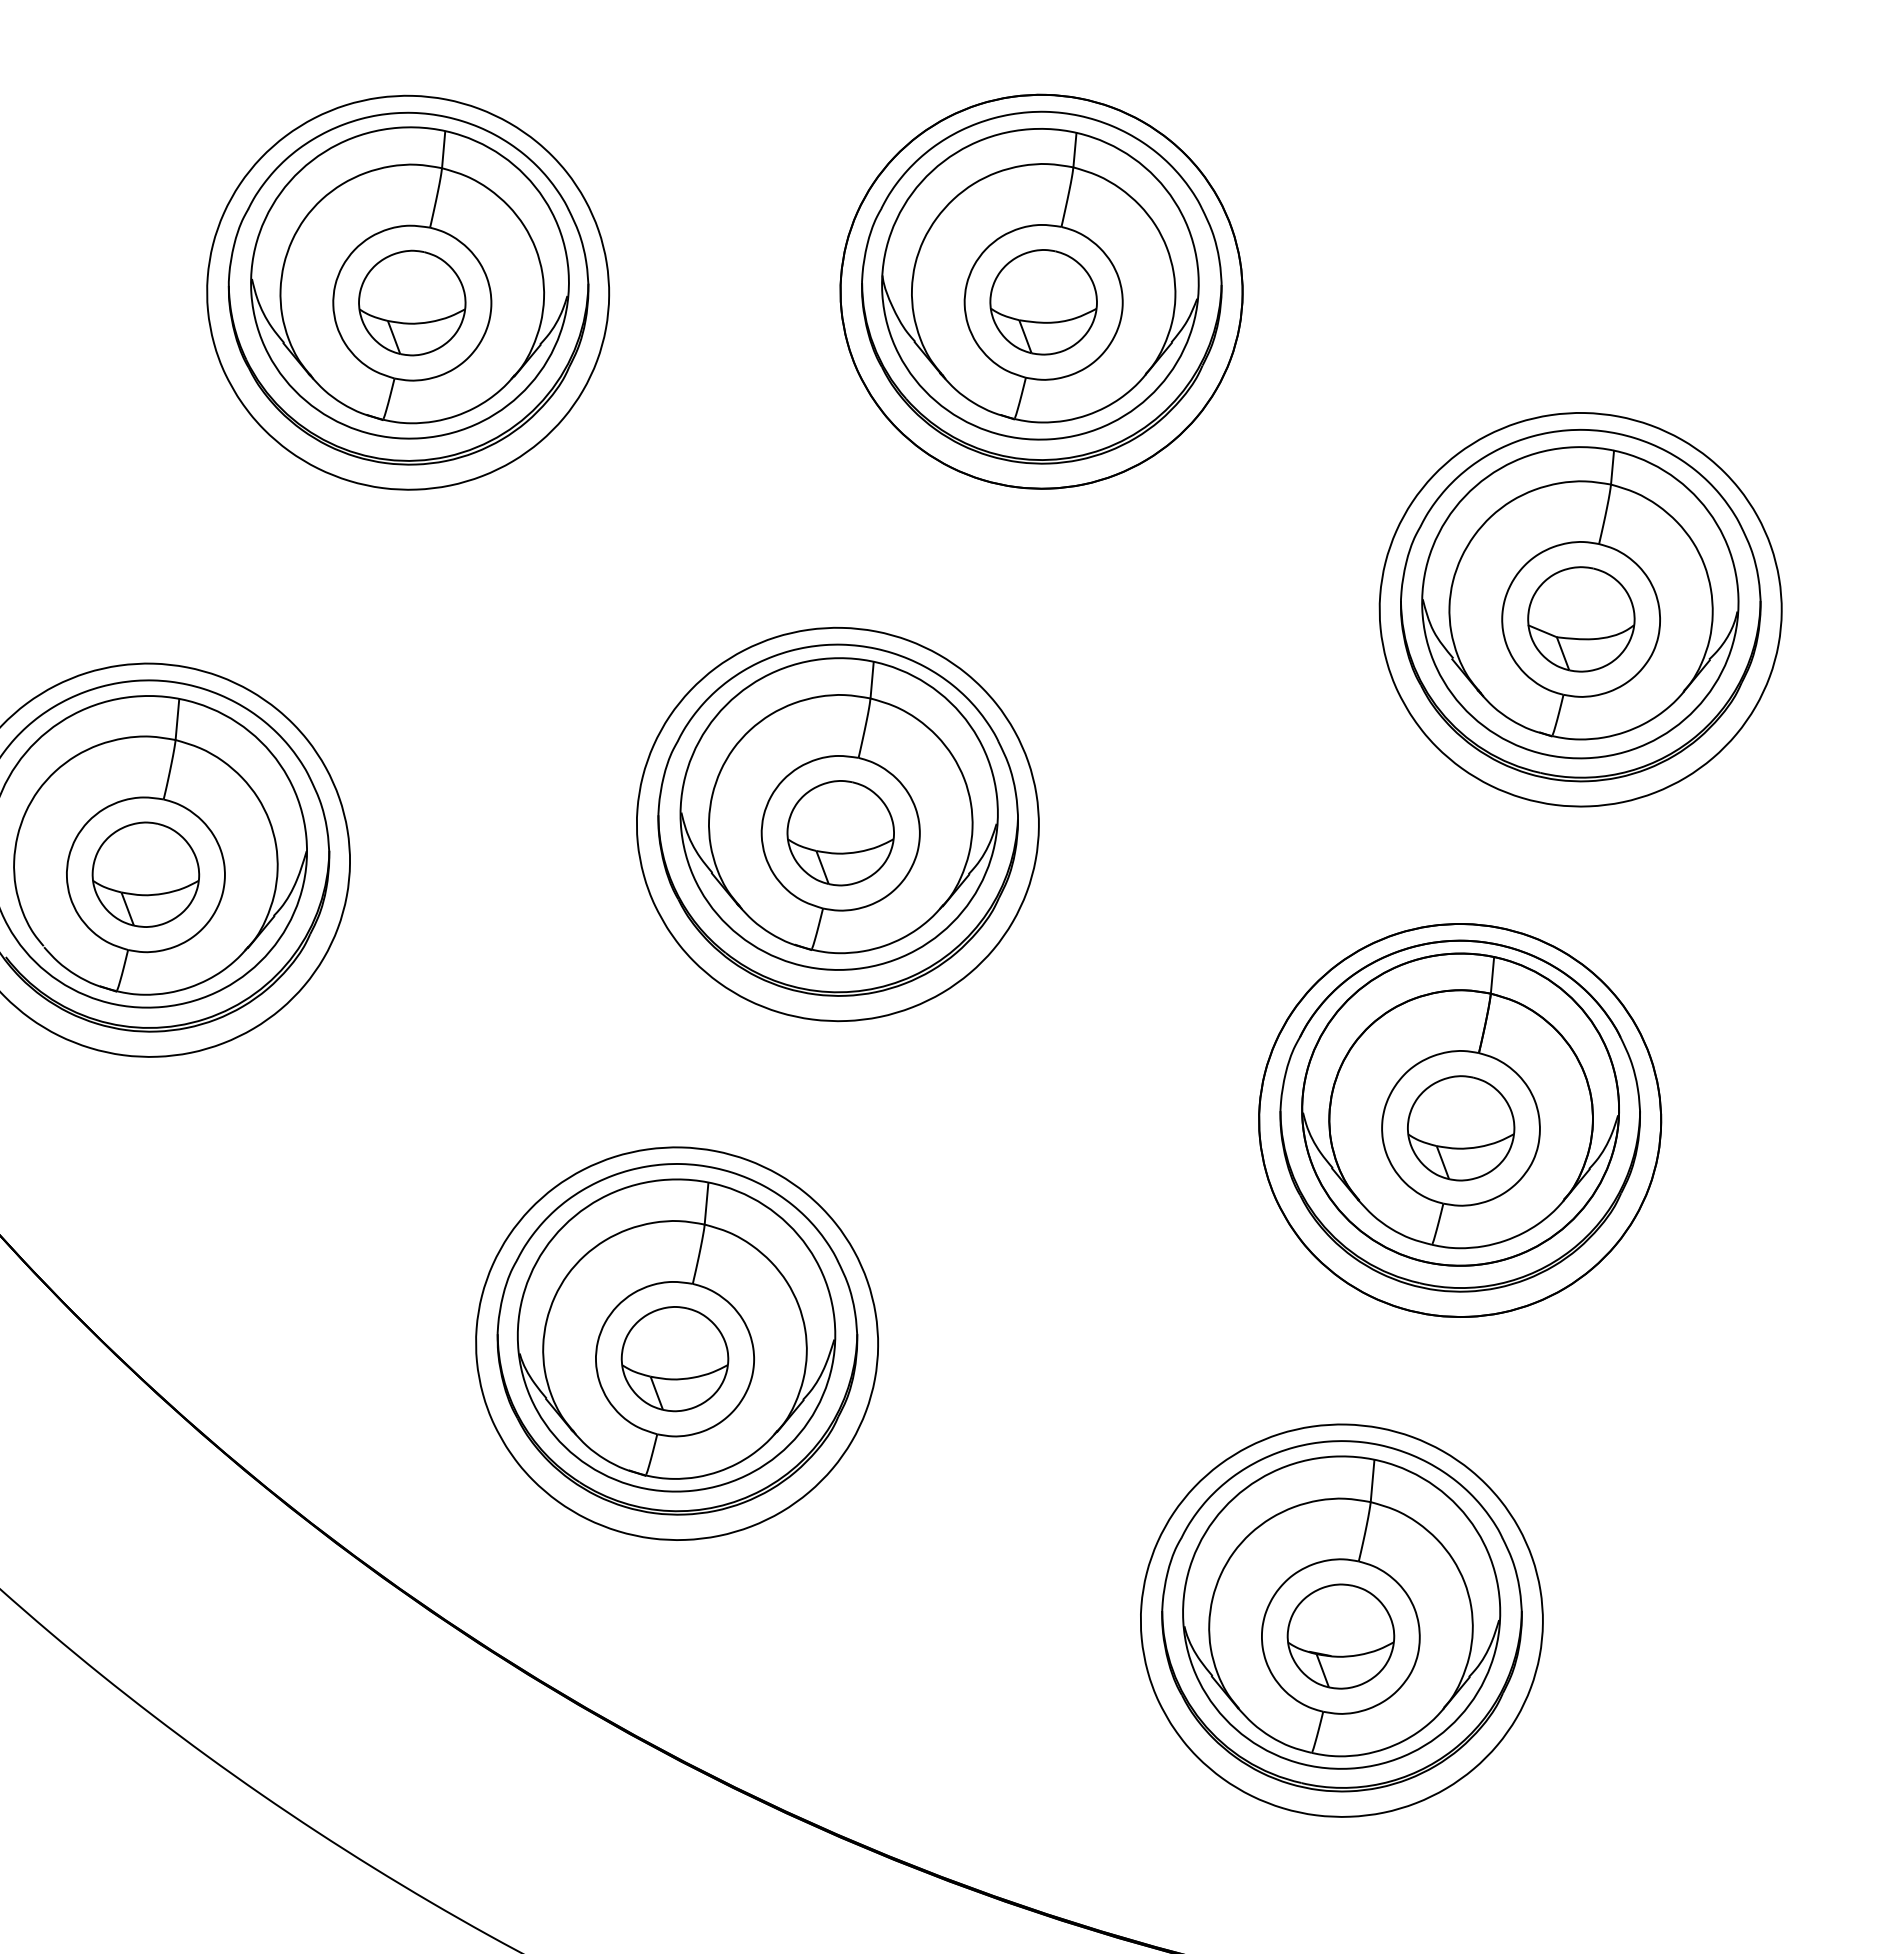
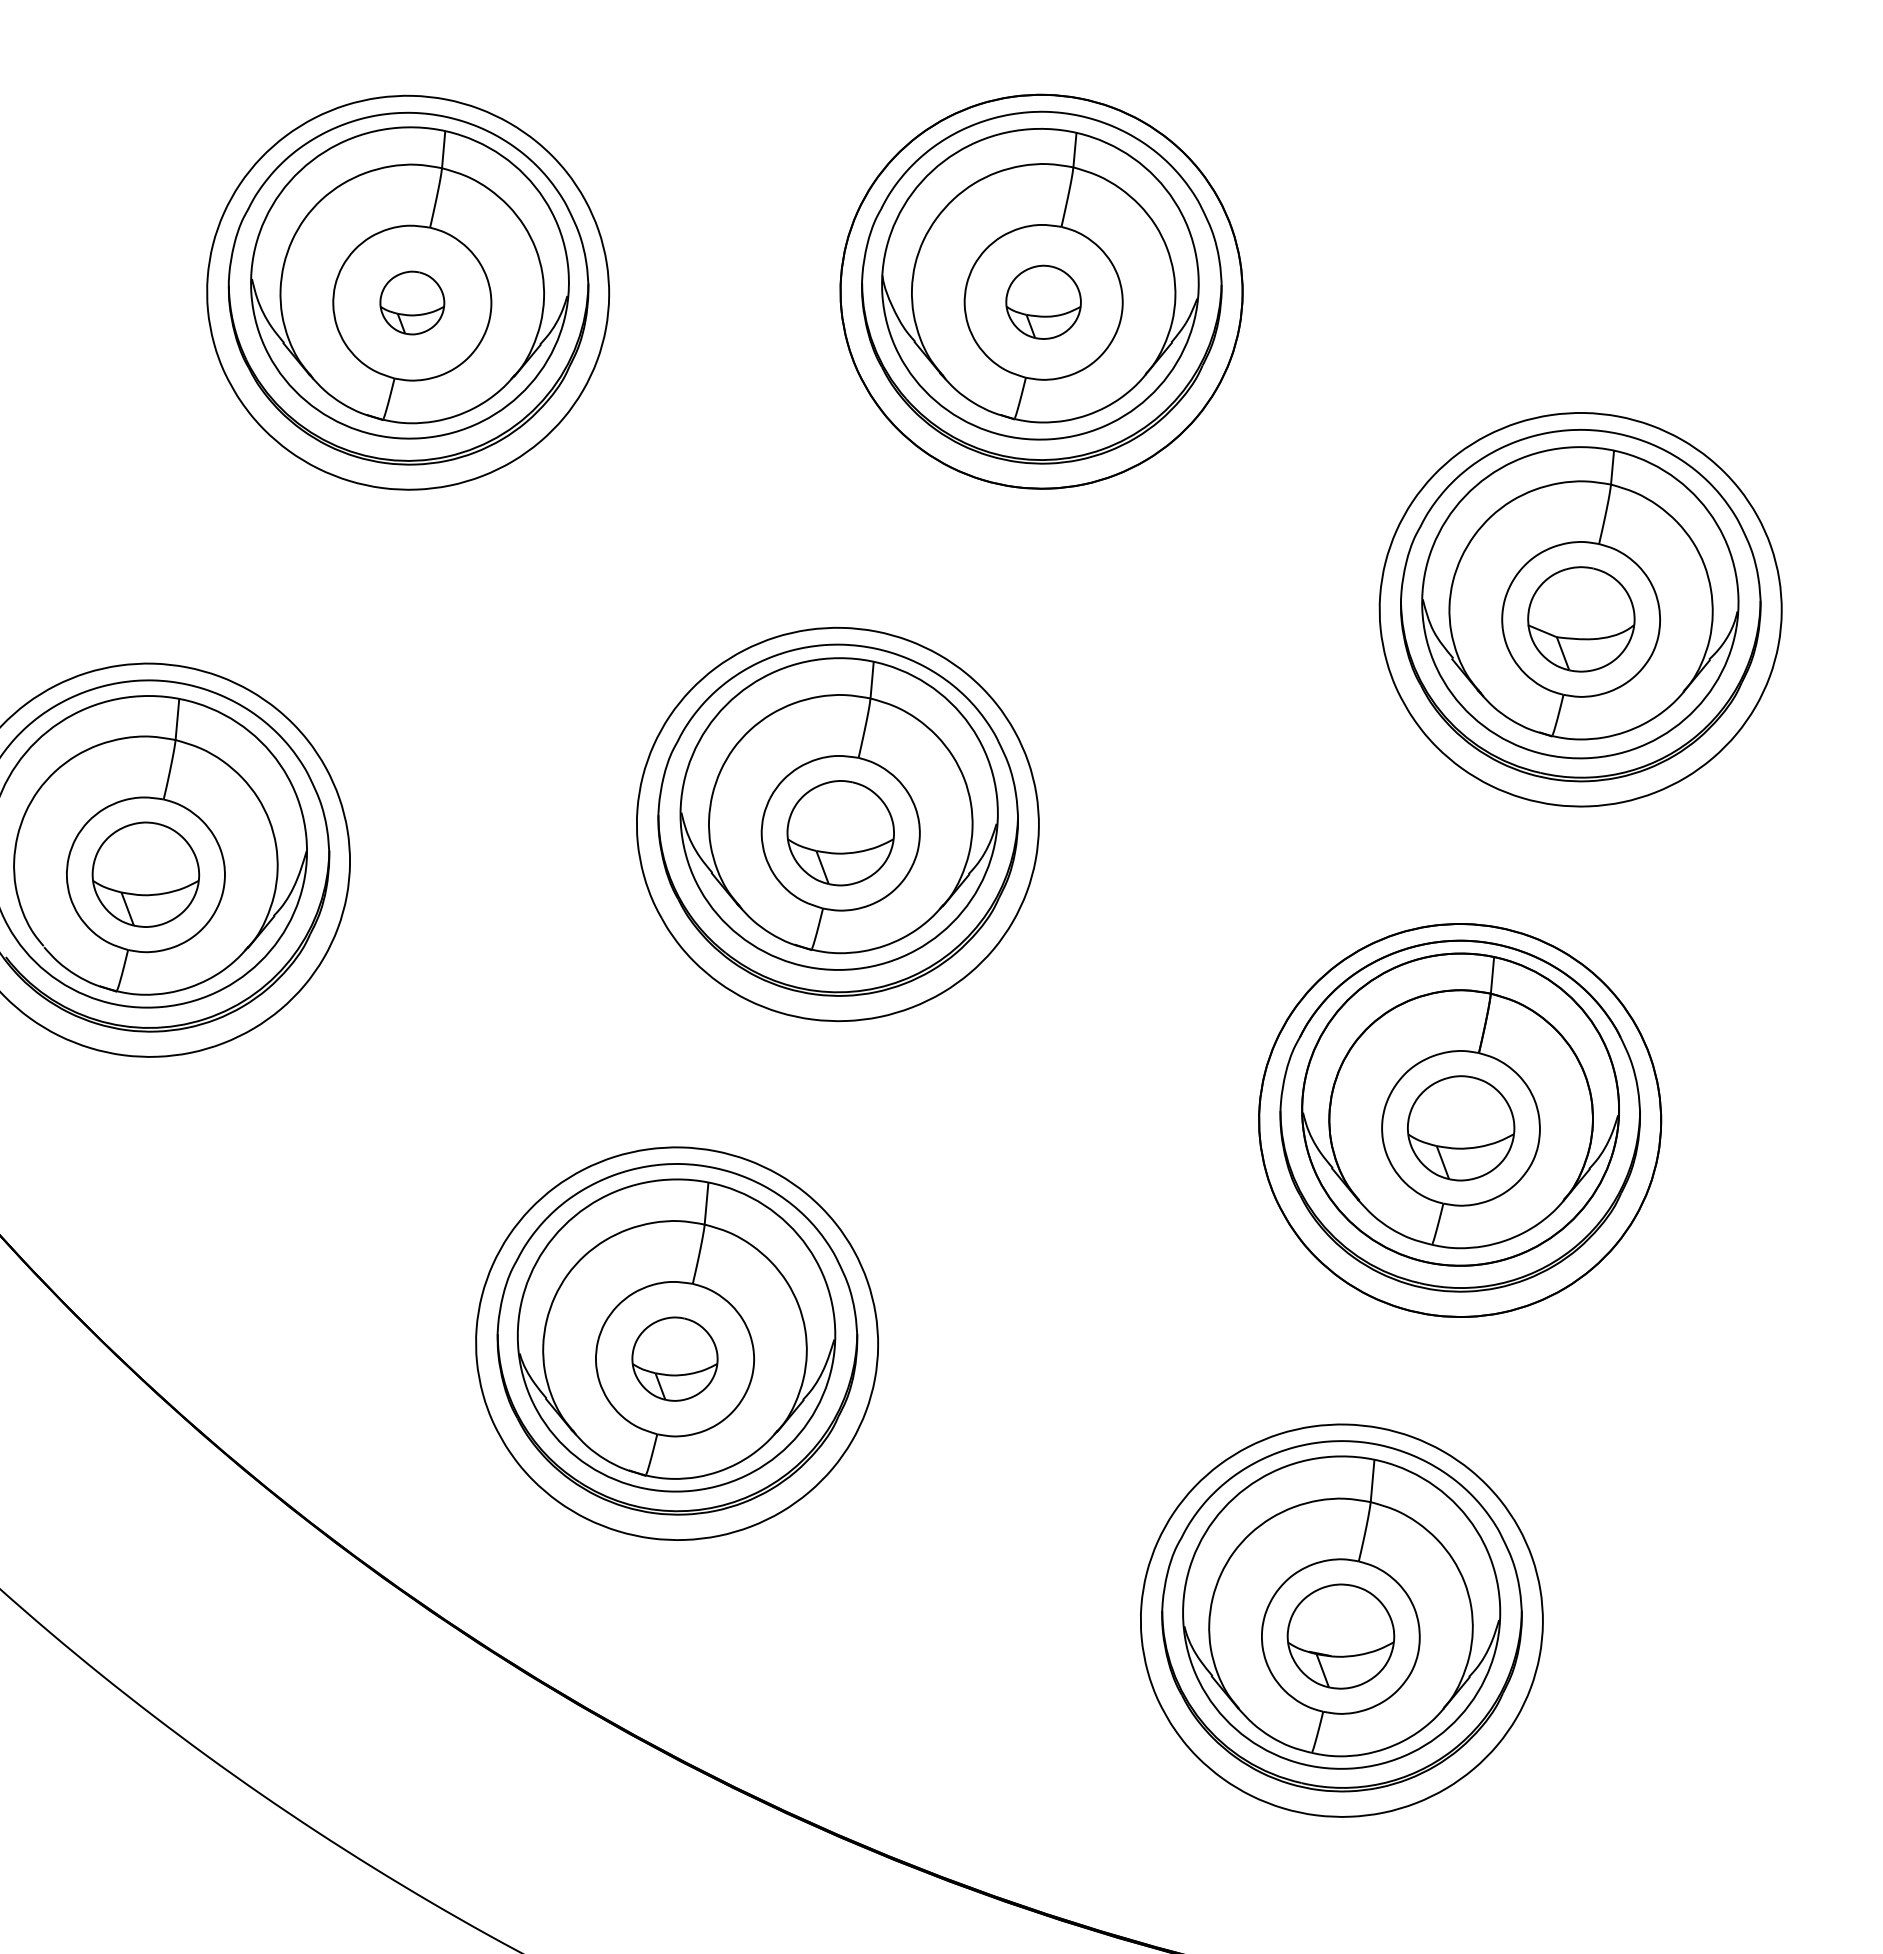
part at (412, 302) size: 109x108 px -> 67x66 px
part at (1043, 302) size: 109x107 px -> 77x76 px
part at (674, 1359) size: 110x107 px -> 88x86 px
